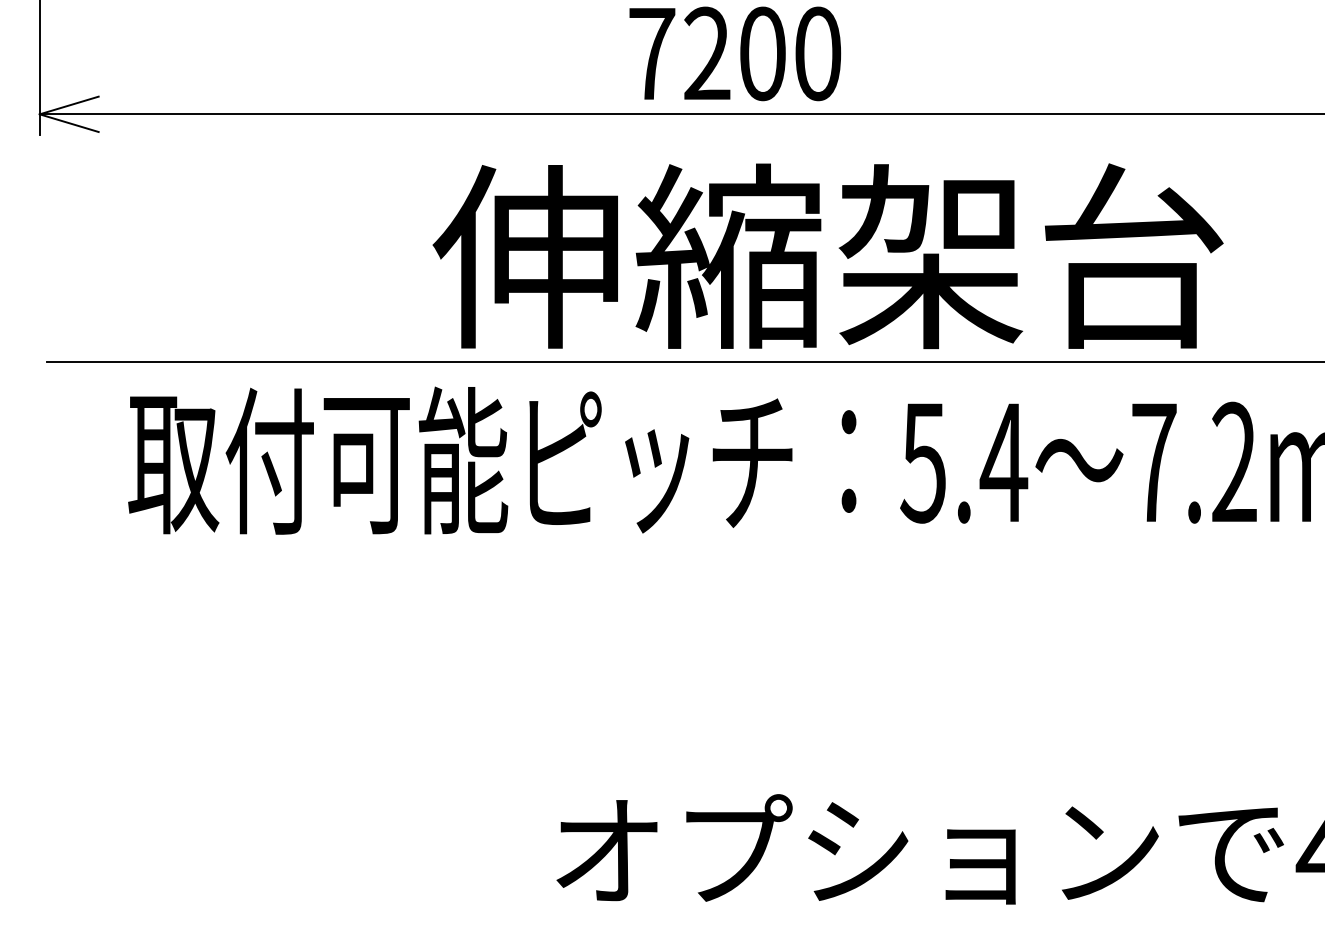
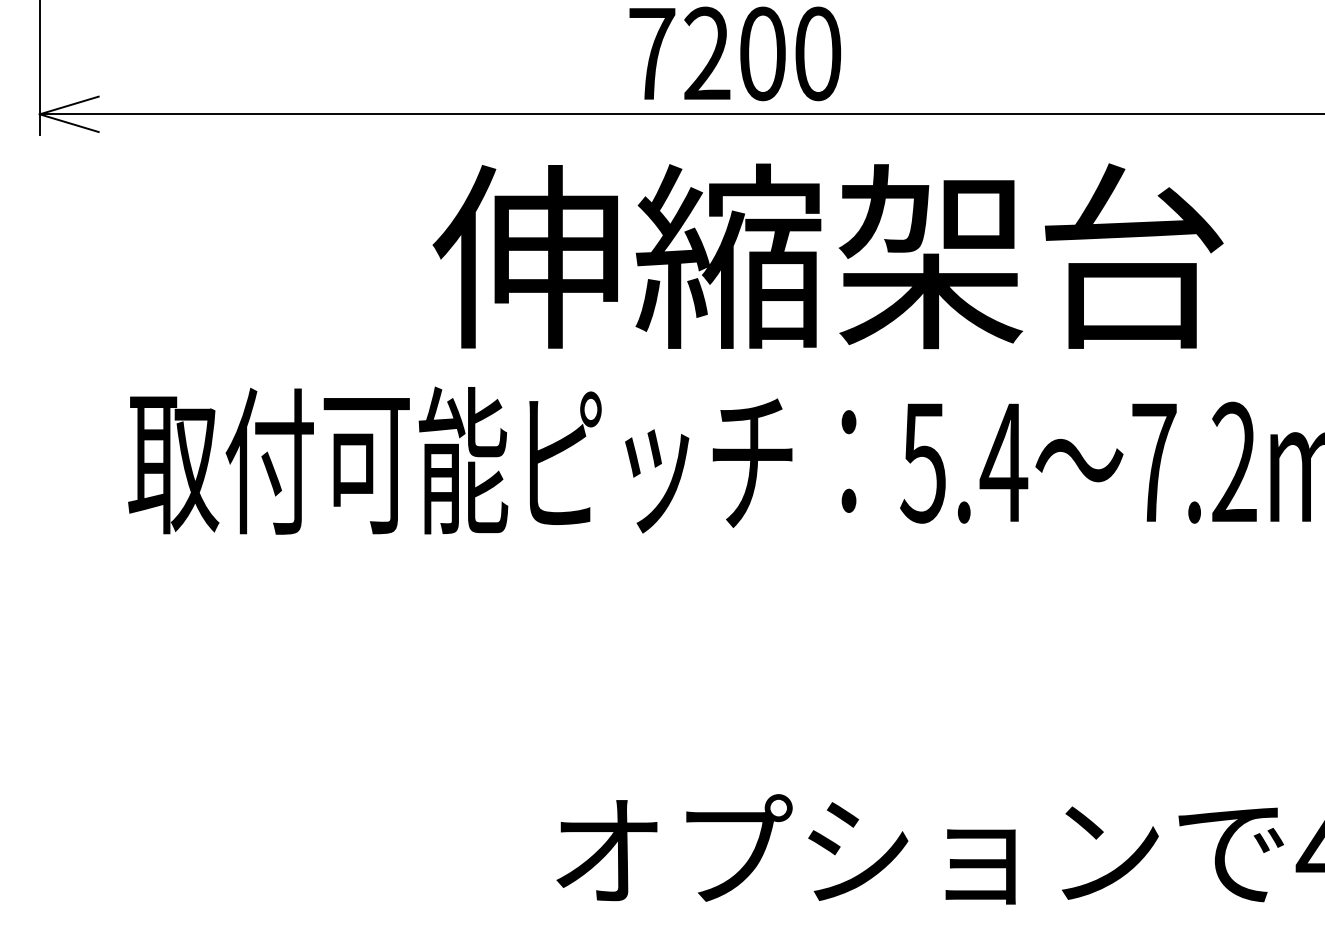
line at (684, 362): present -> none
